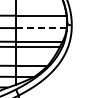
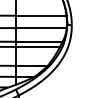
line at (42, 28): dashed -> solid
